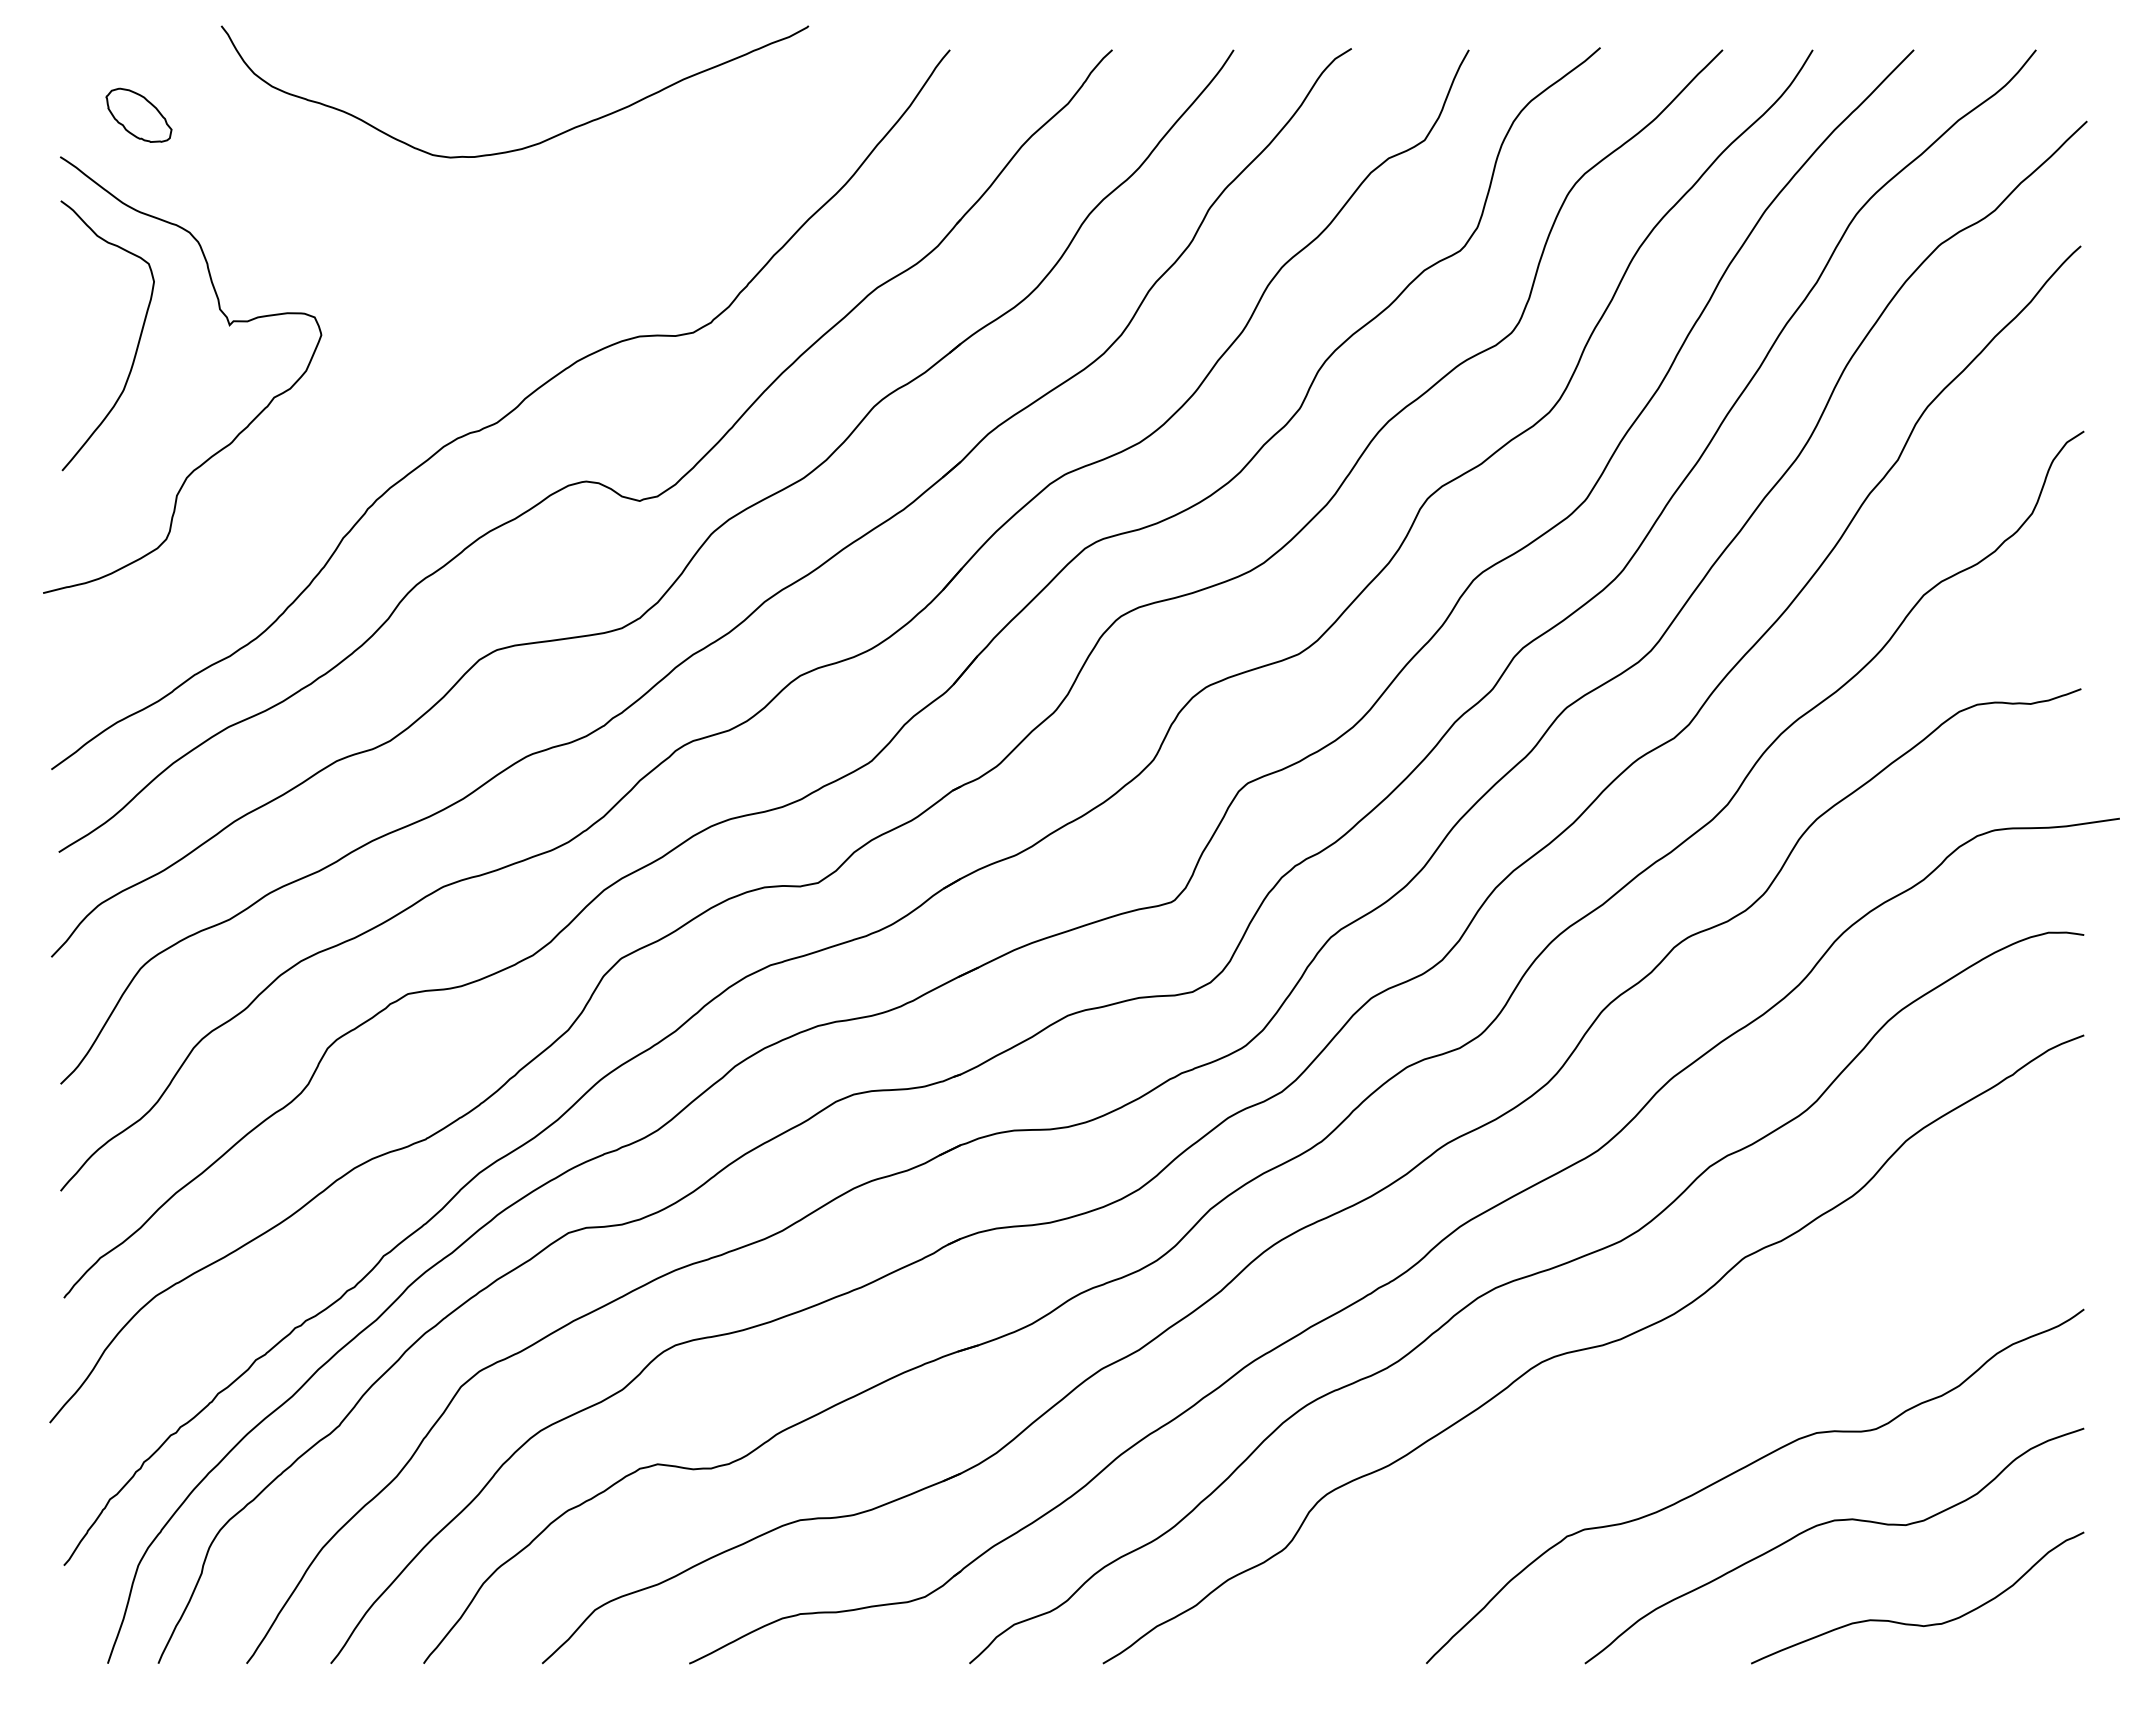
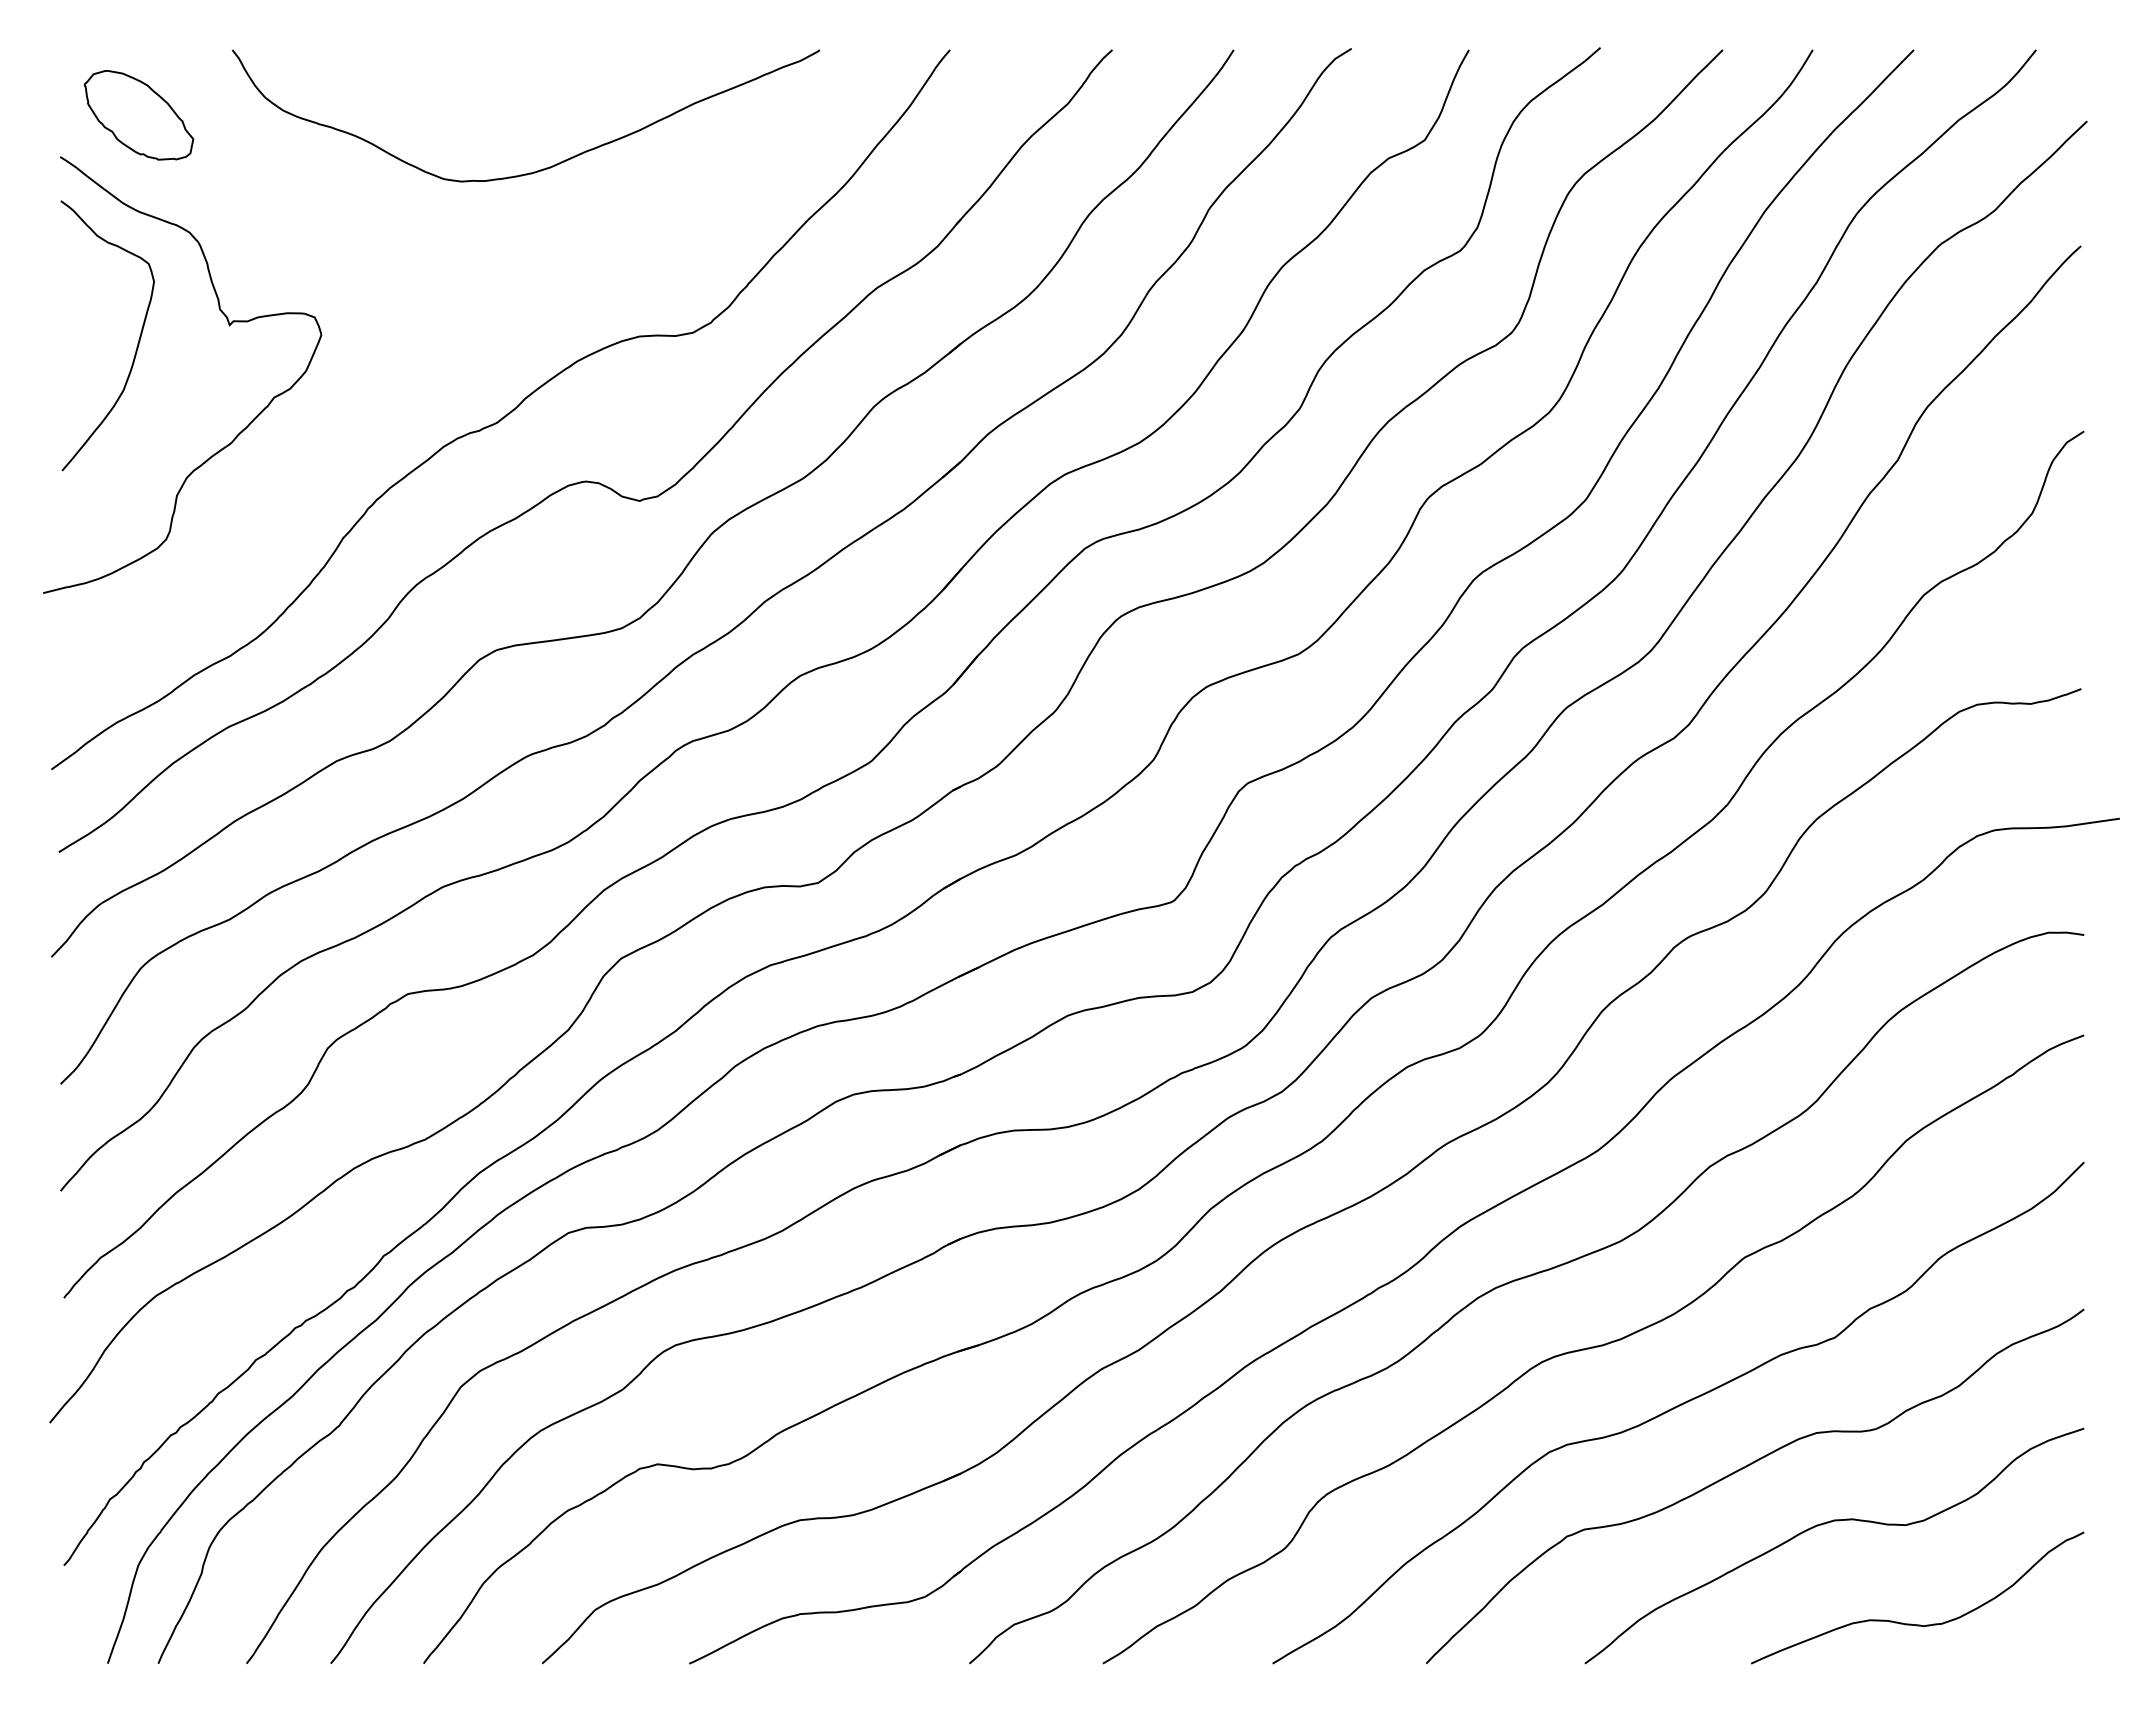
part at (138, 114) size: 68x56 px -> 112x91 px
curve at (532, 144) position: (532, 144) -> (543, 168)
curve at (1675, 1408): none -> present
